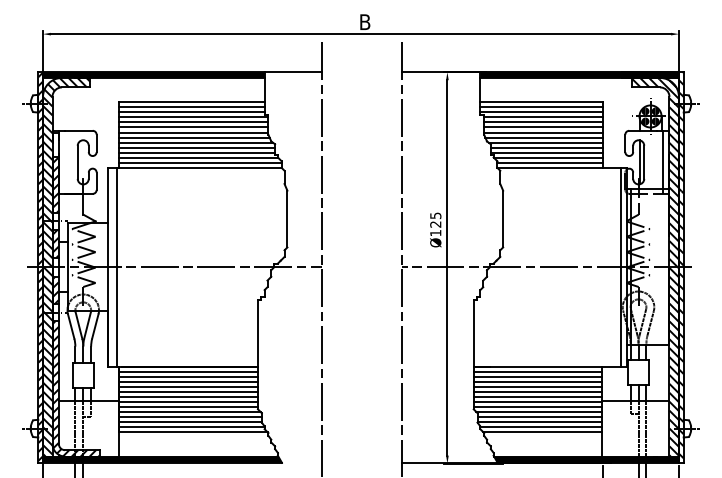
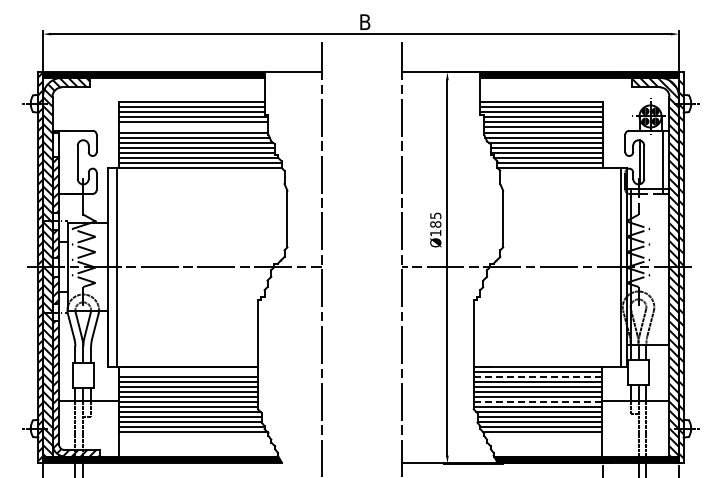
line at (193, 127): present -> none
text at (435, 224): Ø125 -> Ø185
line at (188, 371): present -> none
line at (537, 376): solid -> dashed
line at (537, 401): solid -> dashed
